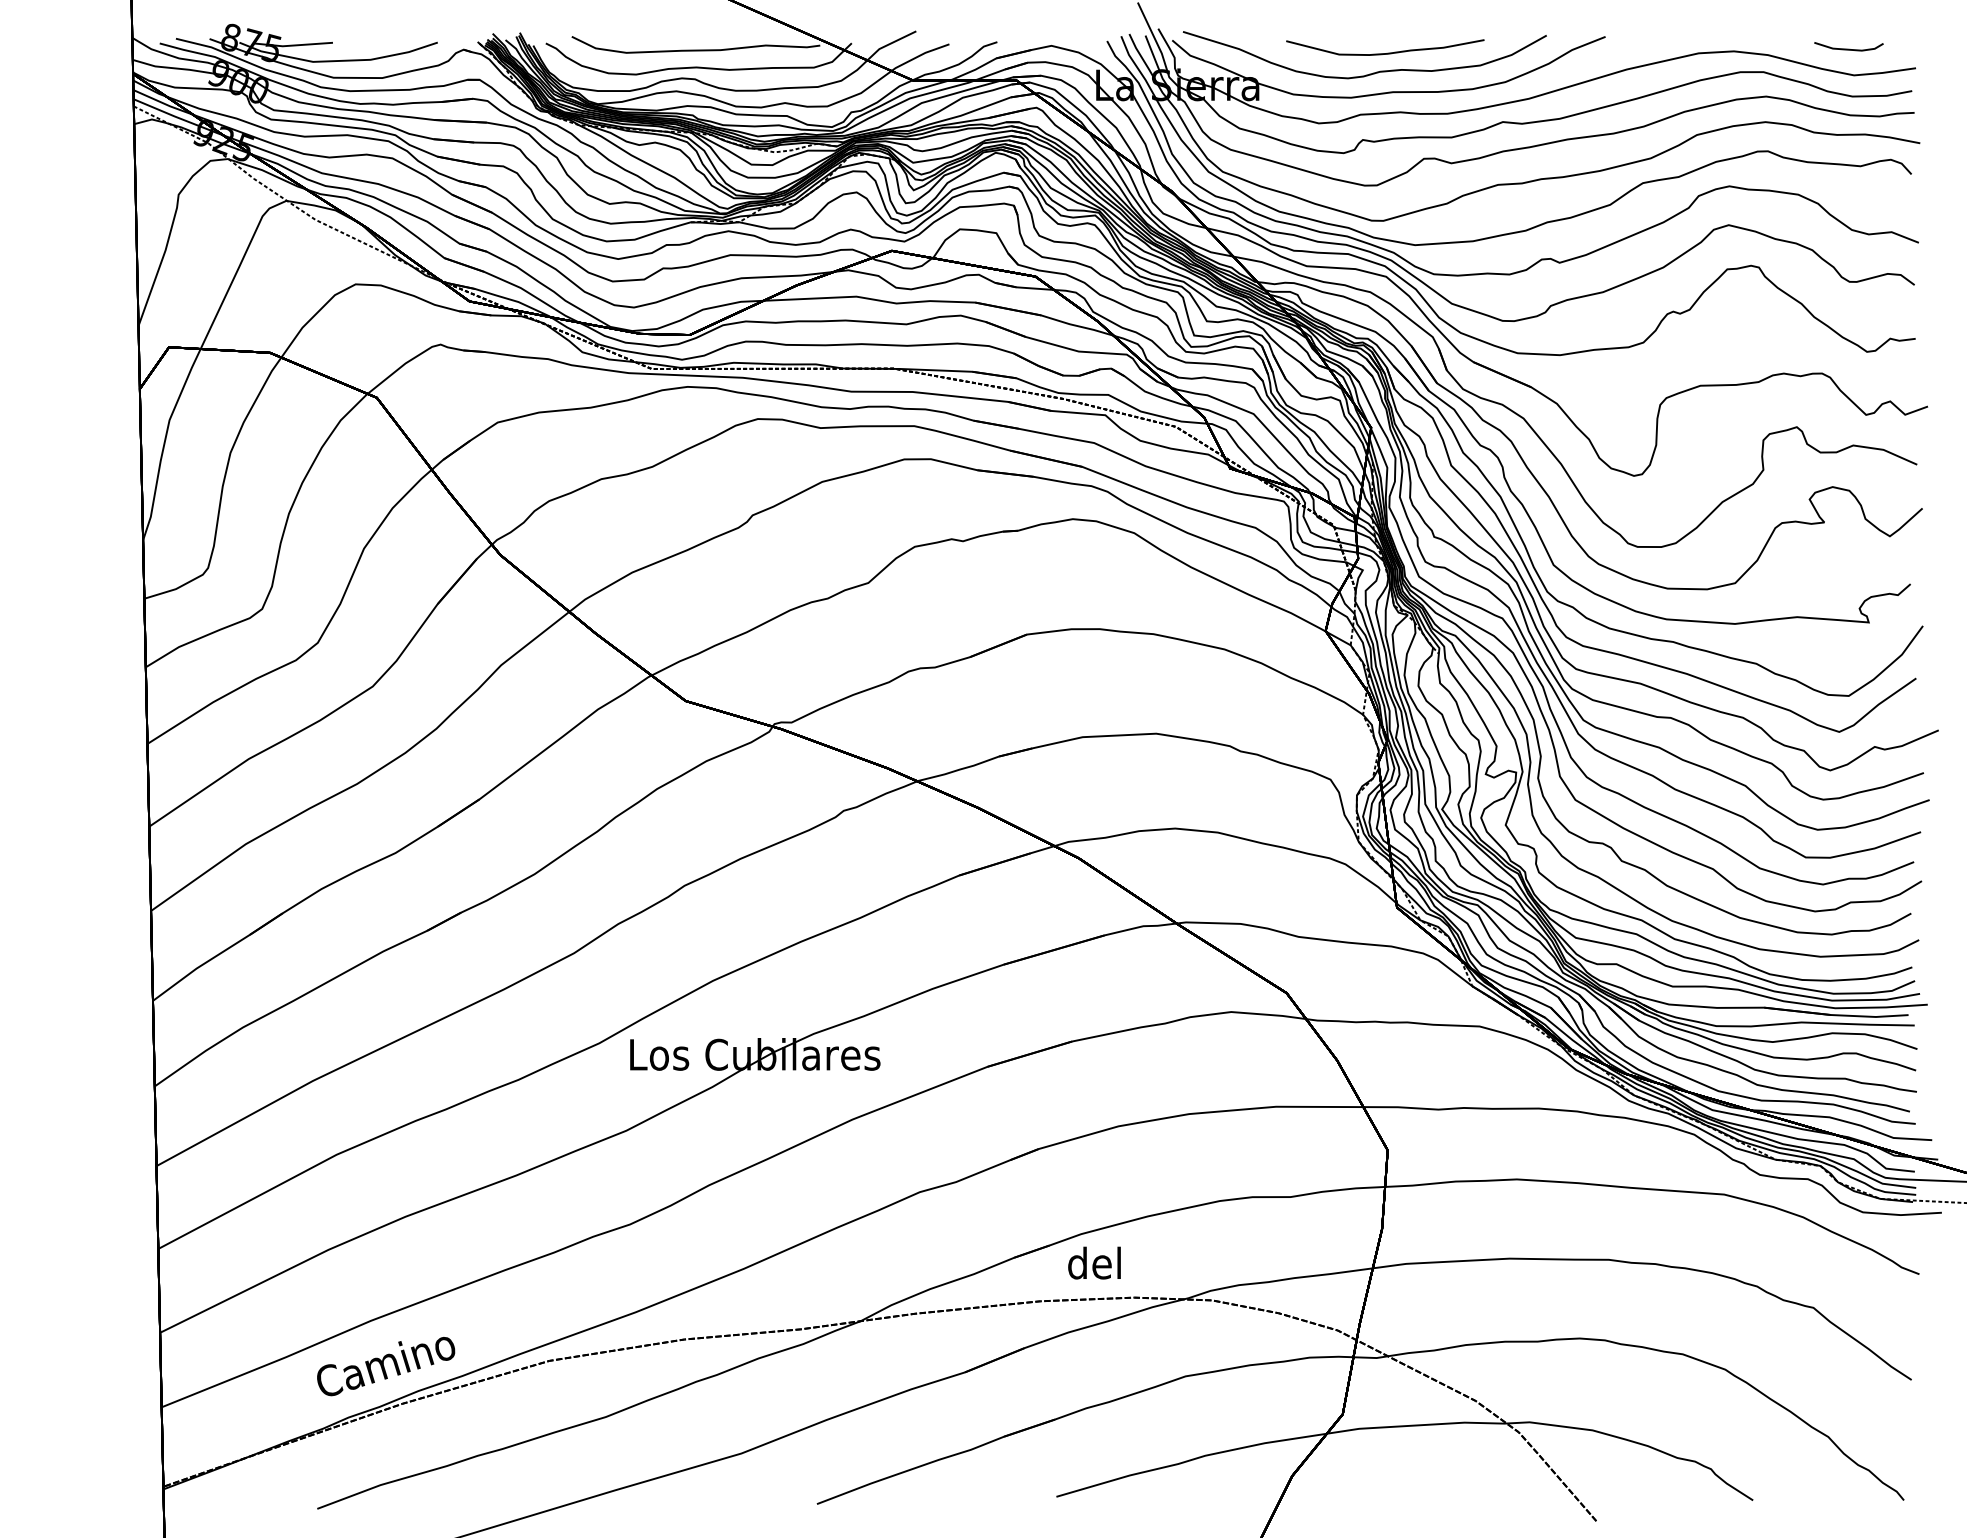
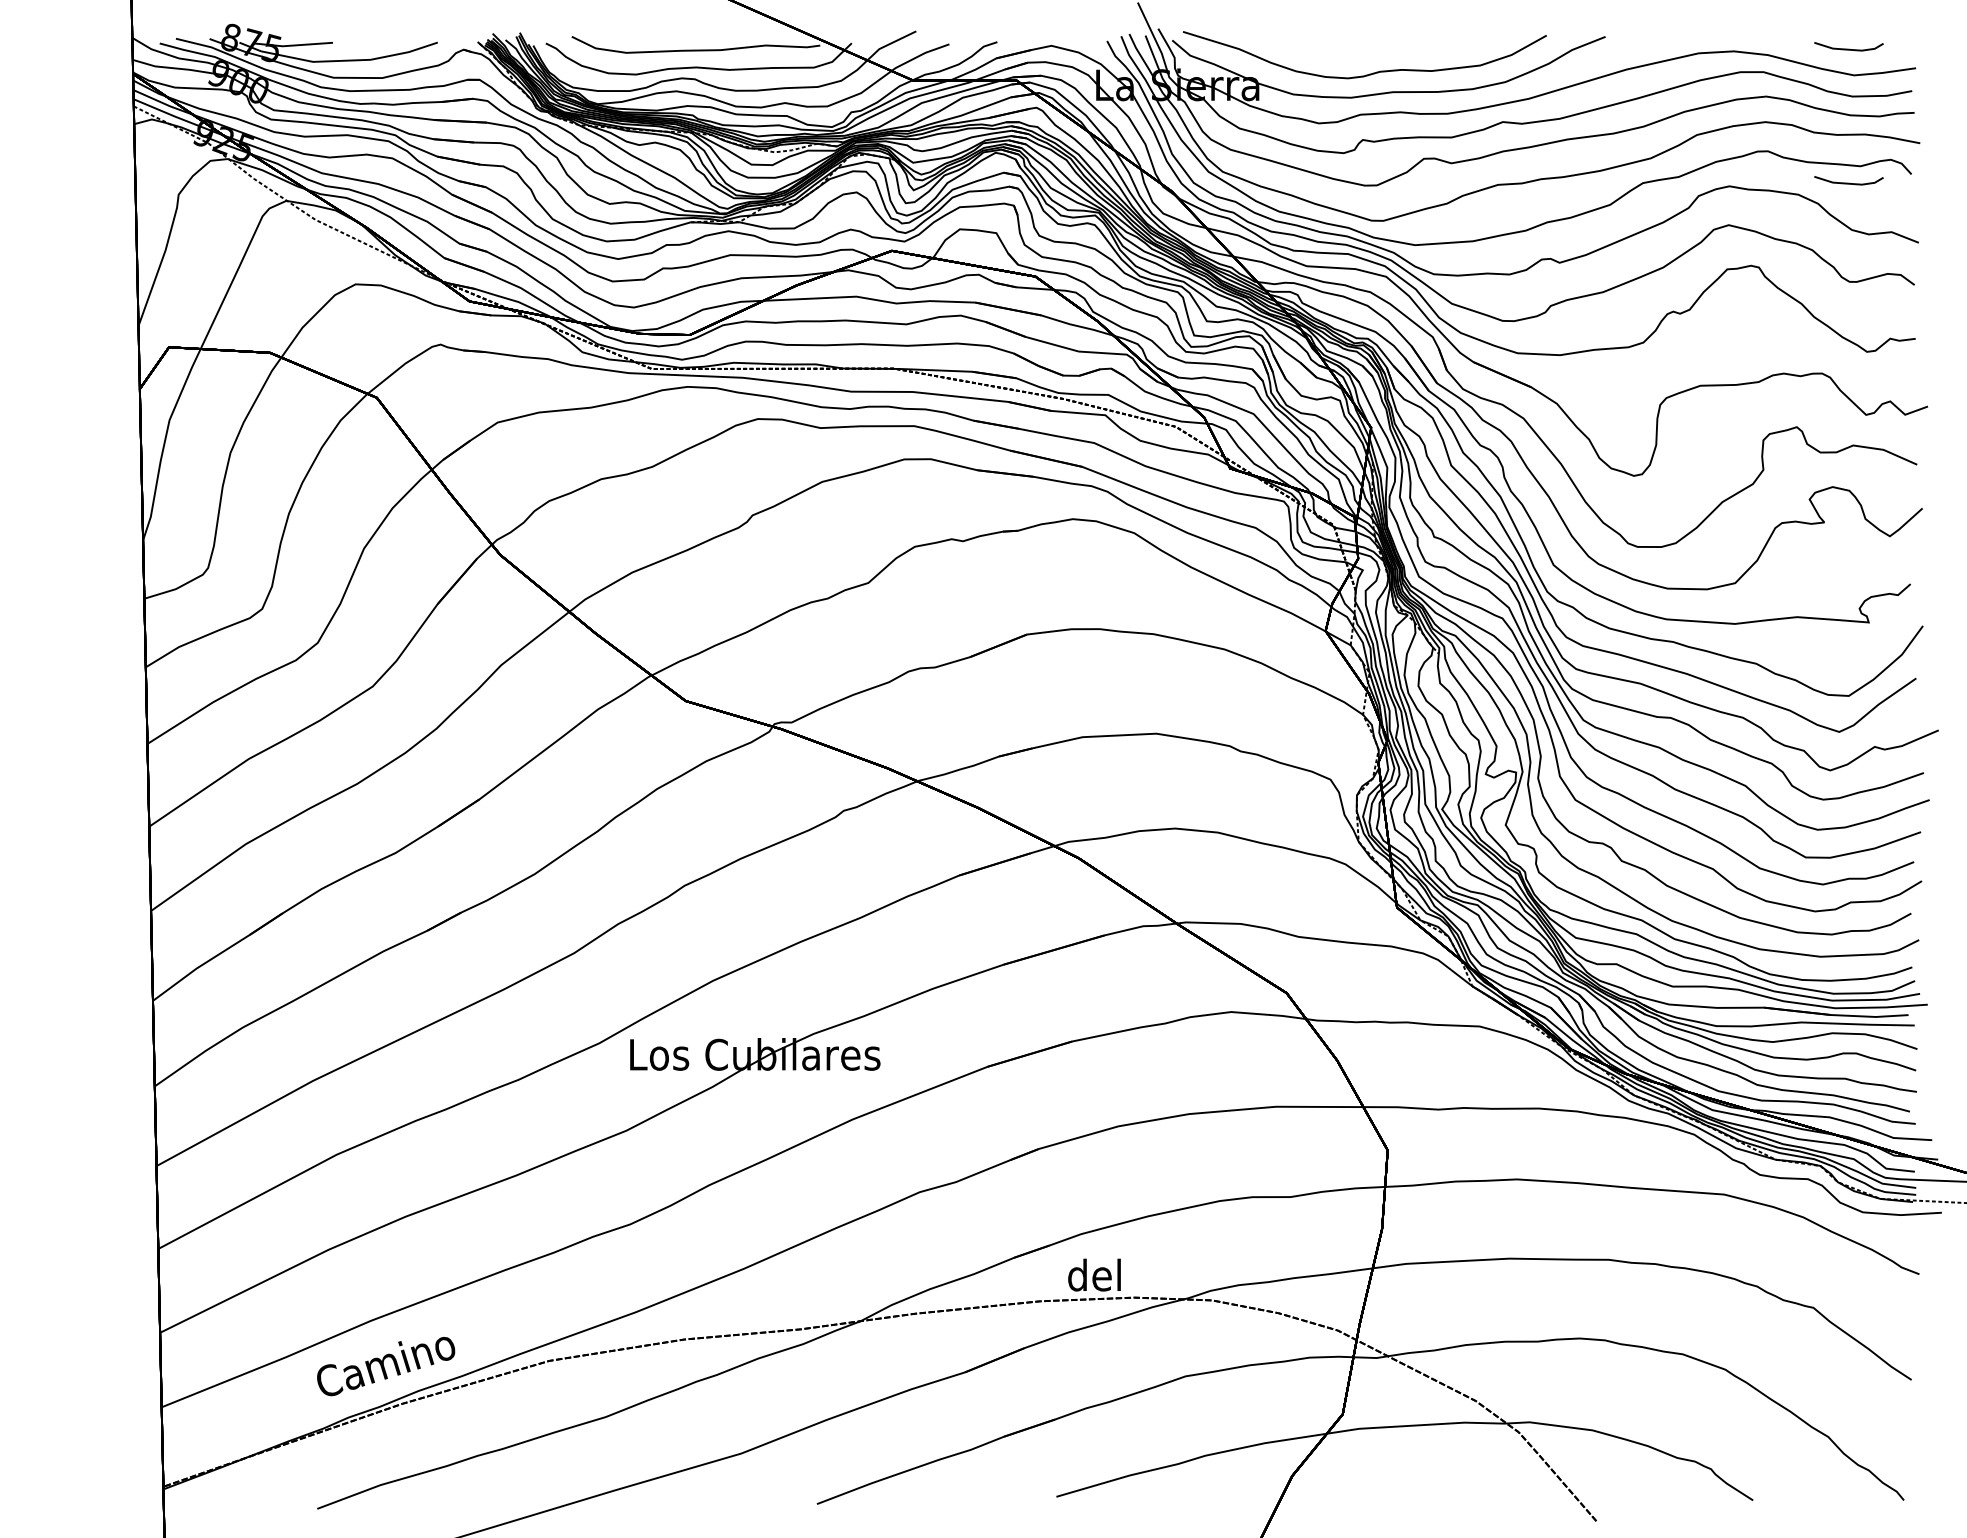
curve at (1387, 52): present -> none
line at (1848, 182): none -> present
text at (1094, 1262) position: (1094, 1262) -> (1094, 1274)
